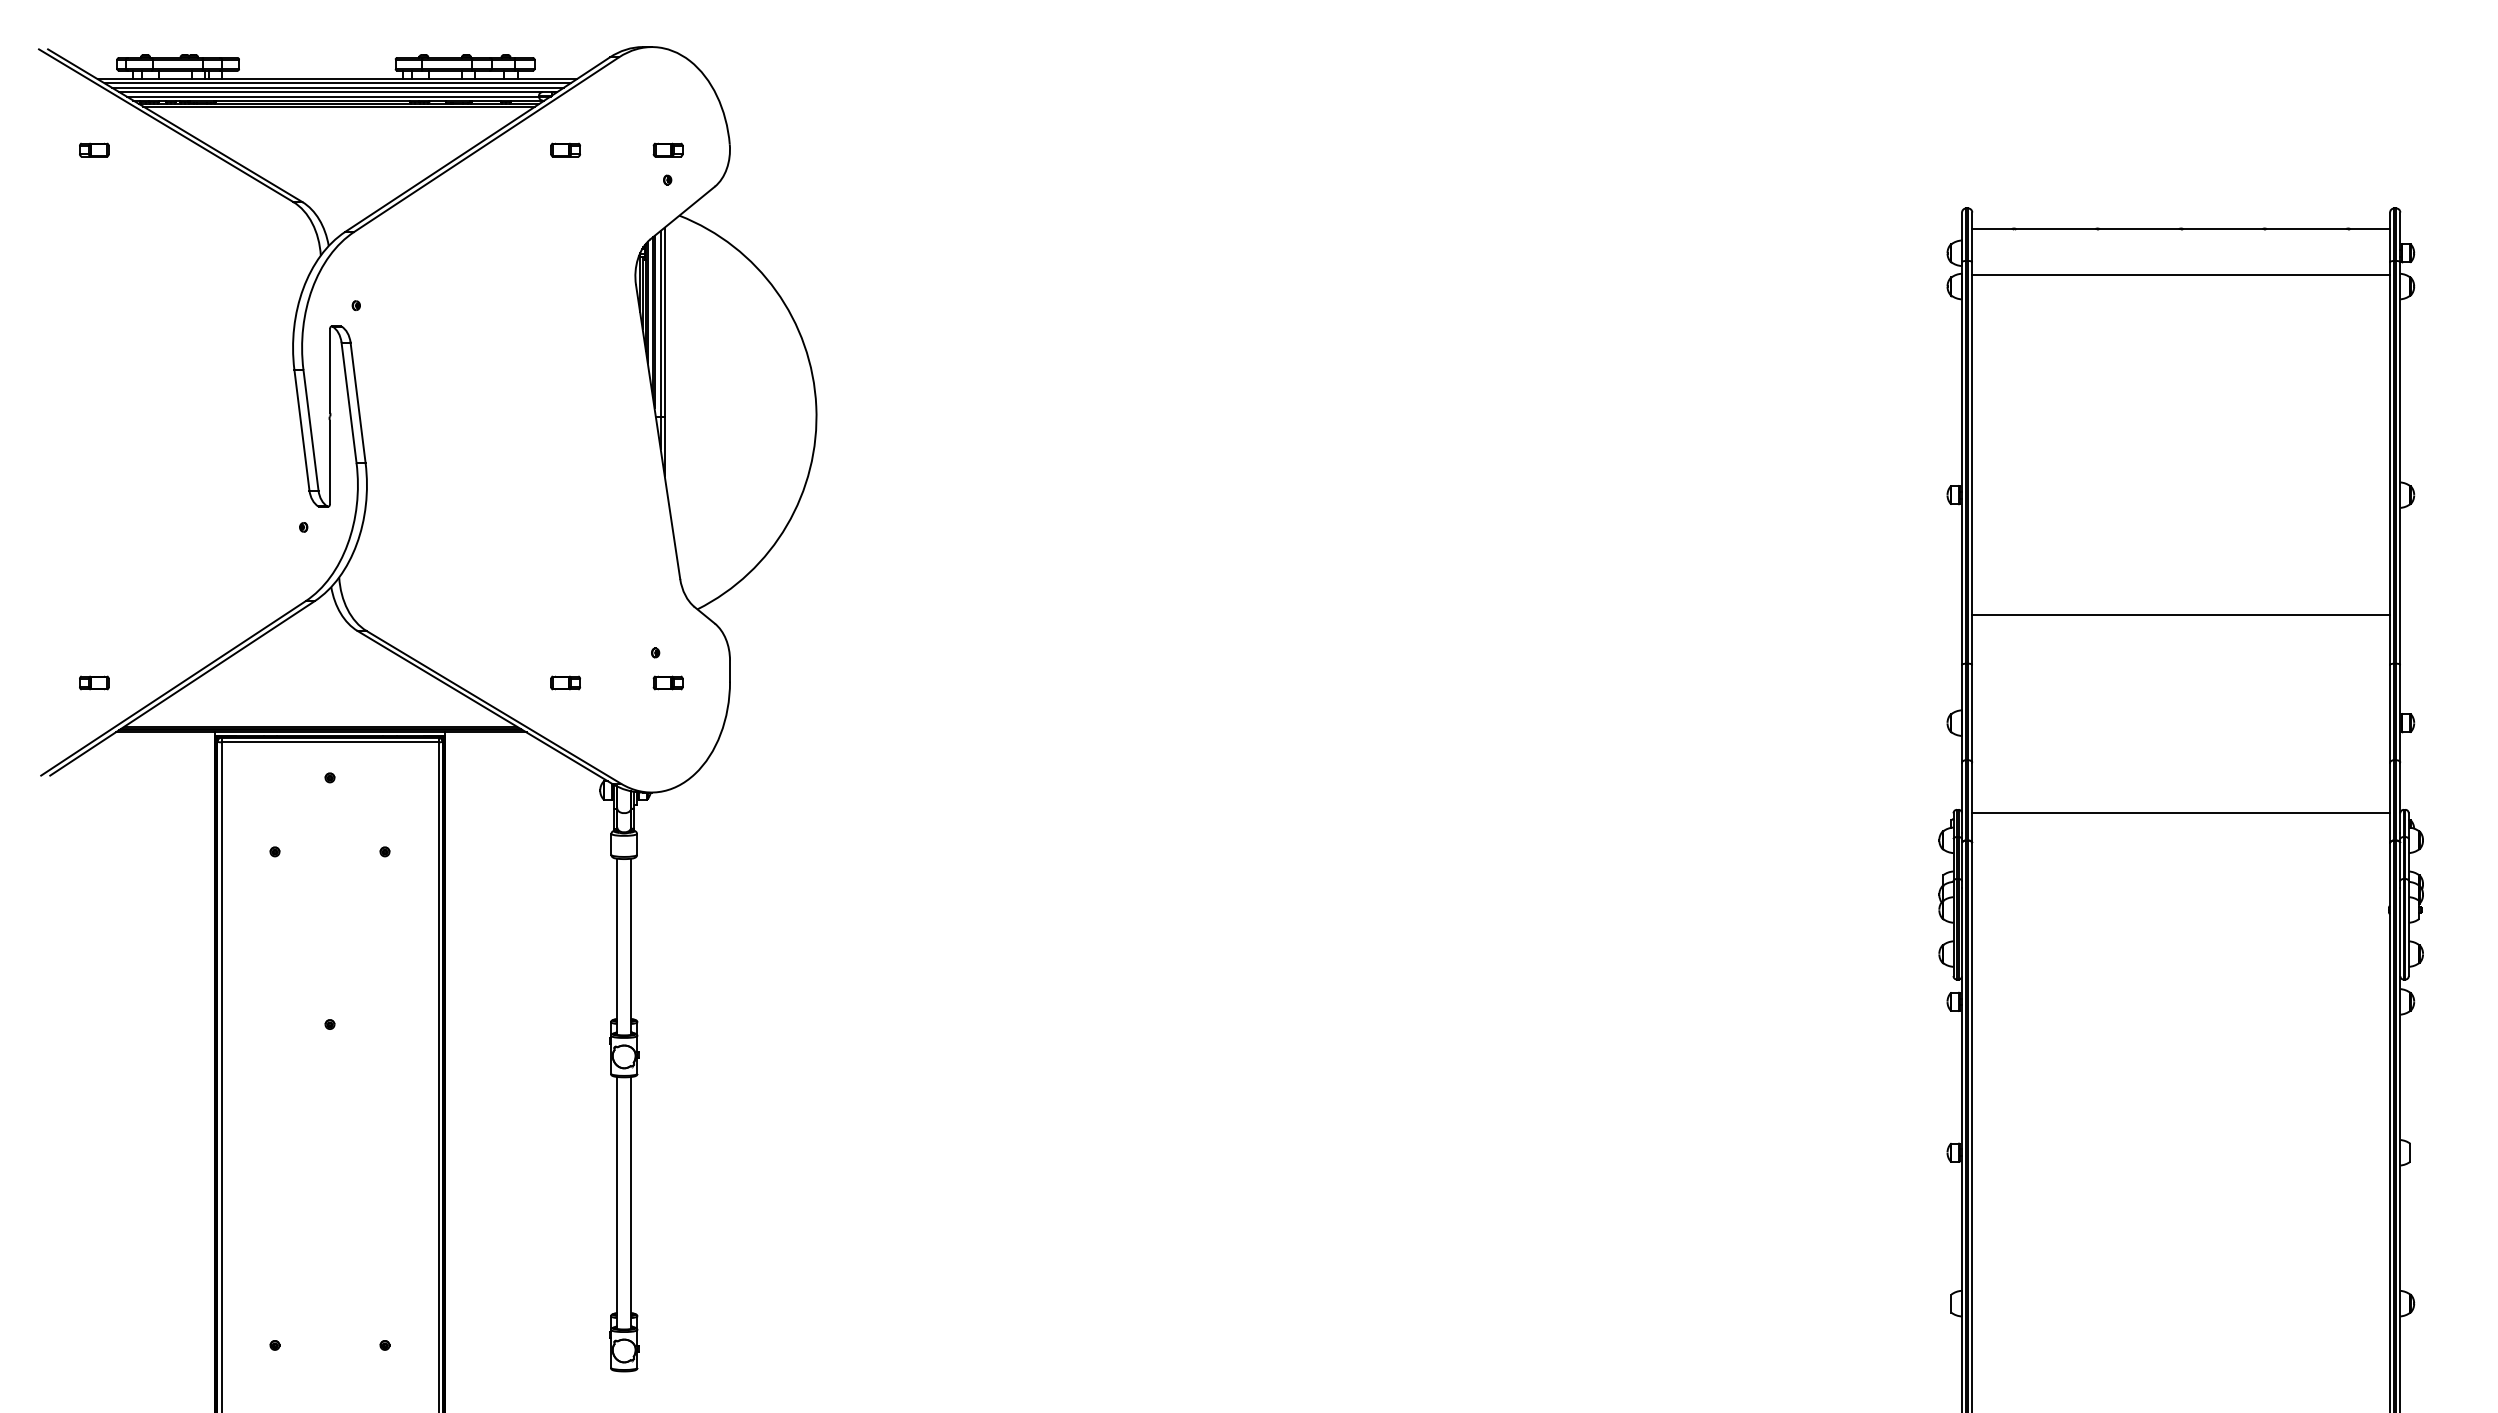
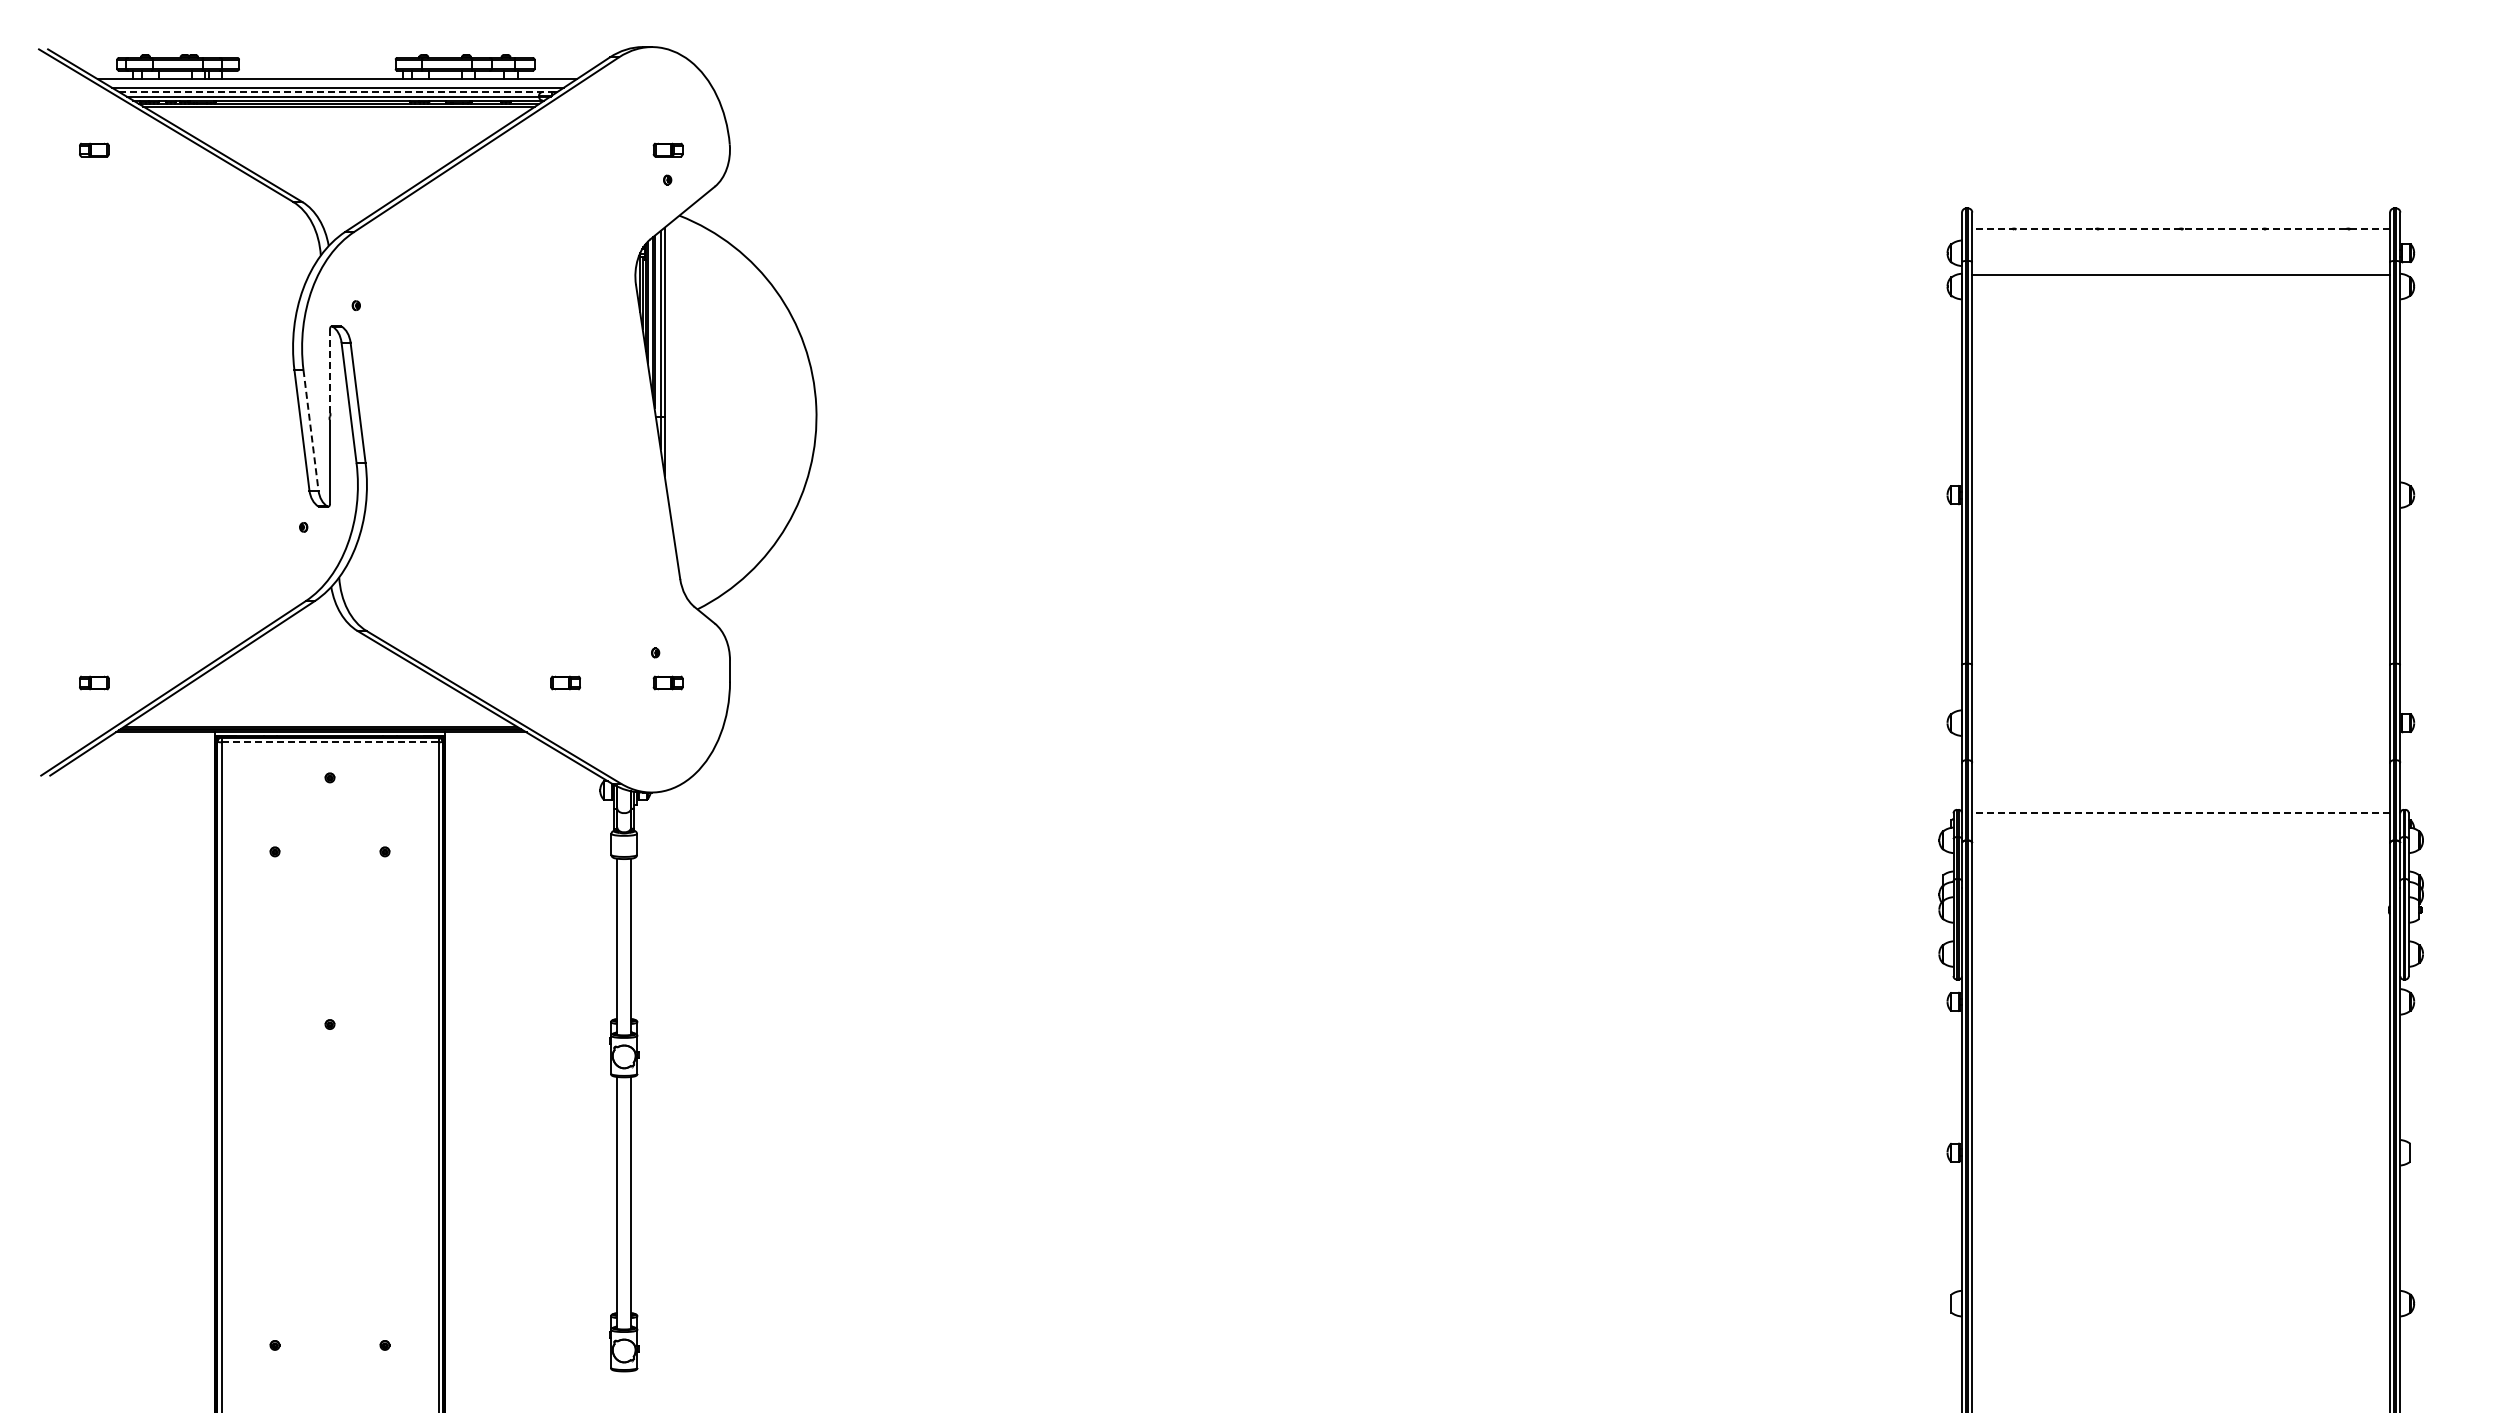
line at (337, 83): present -> none
line at (338, 92): solid -> dashed
part at (565, 149): present -> none
line at (2181, 228): solid -> dashed
line at (330, 370): solid -> dashed
line at (311, 430): solid -> dashed
line at (2181, 614): present -> none
line at (330, 742): solid -> dashed
line at (2181, 813): solid -> dashed
